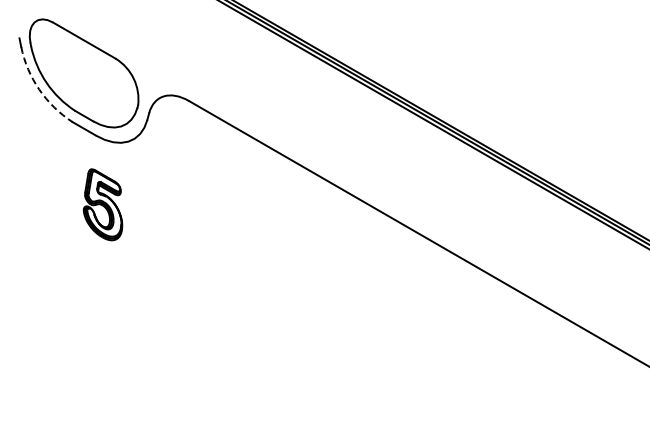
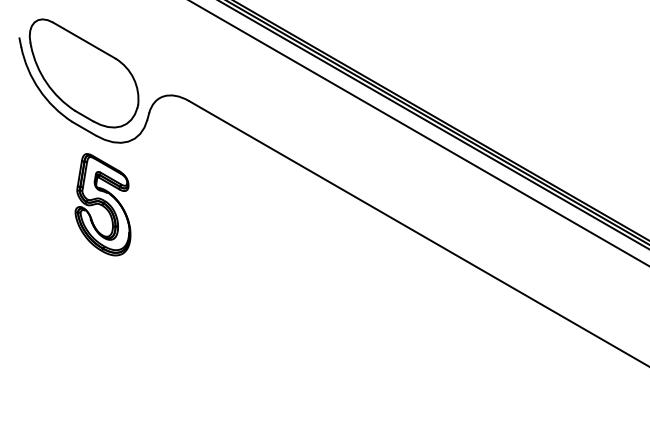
arc at (39, 89): dashed -> solid
line at (419, 133): none -> present
part at (102, 204) size: 42x74 px -> 58x104 px
